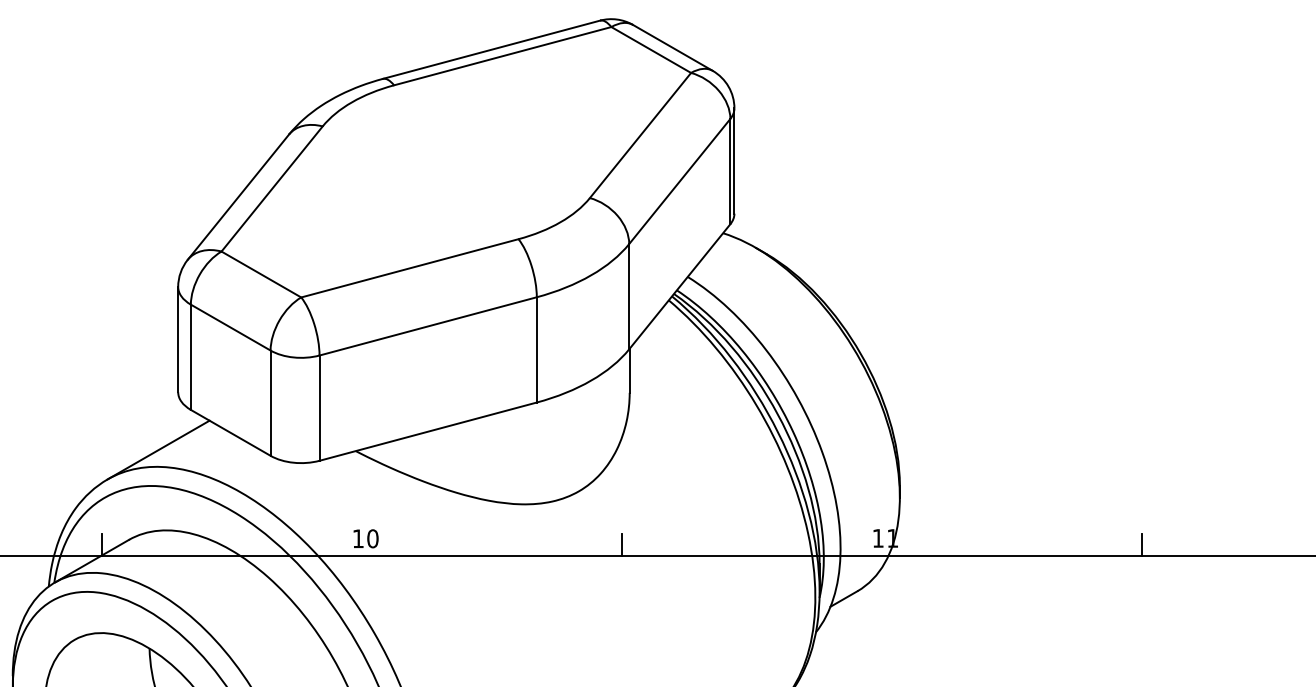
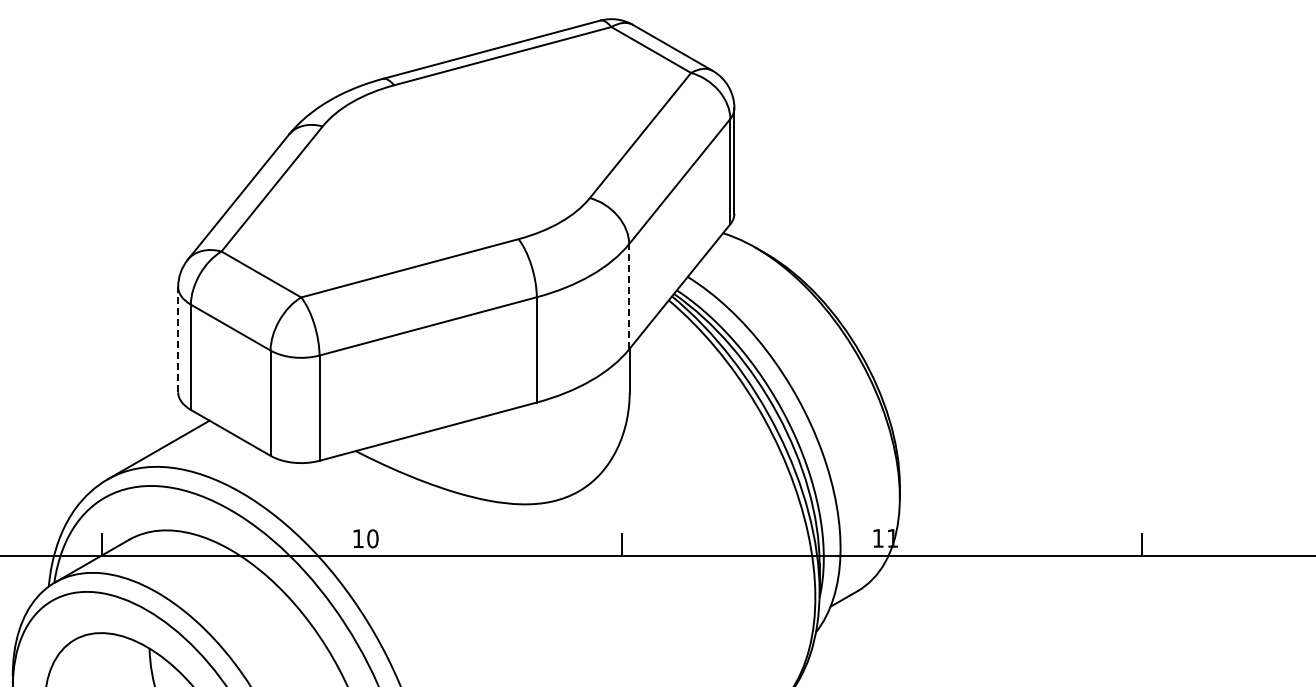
line at (629, 296): solid -> dashed
line at (178, 339): solid -> dashed
